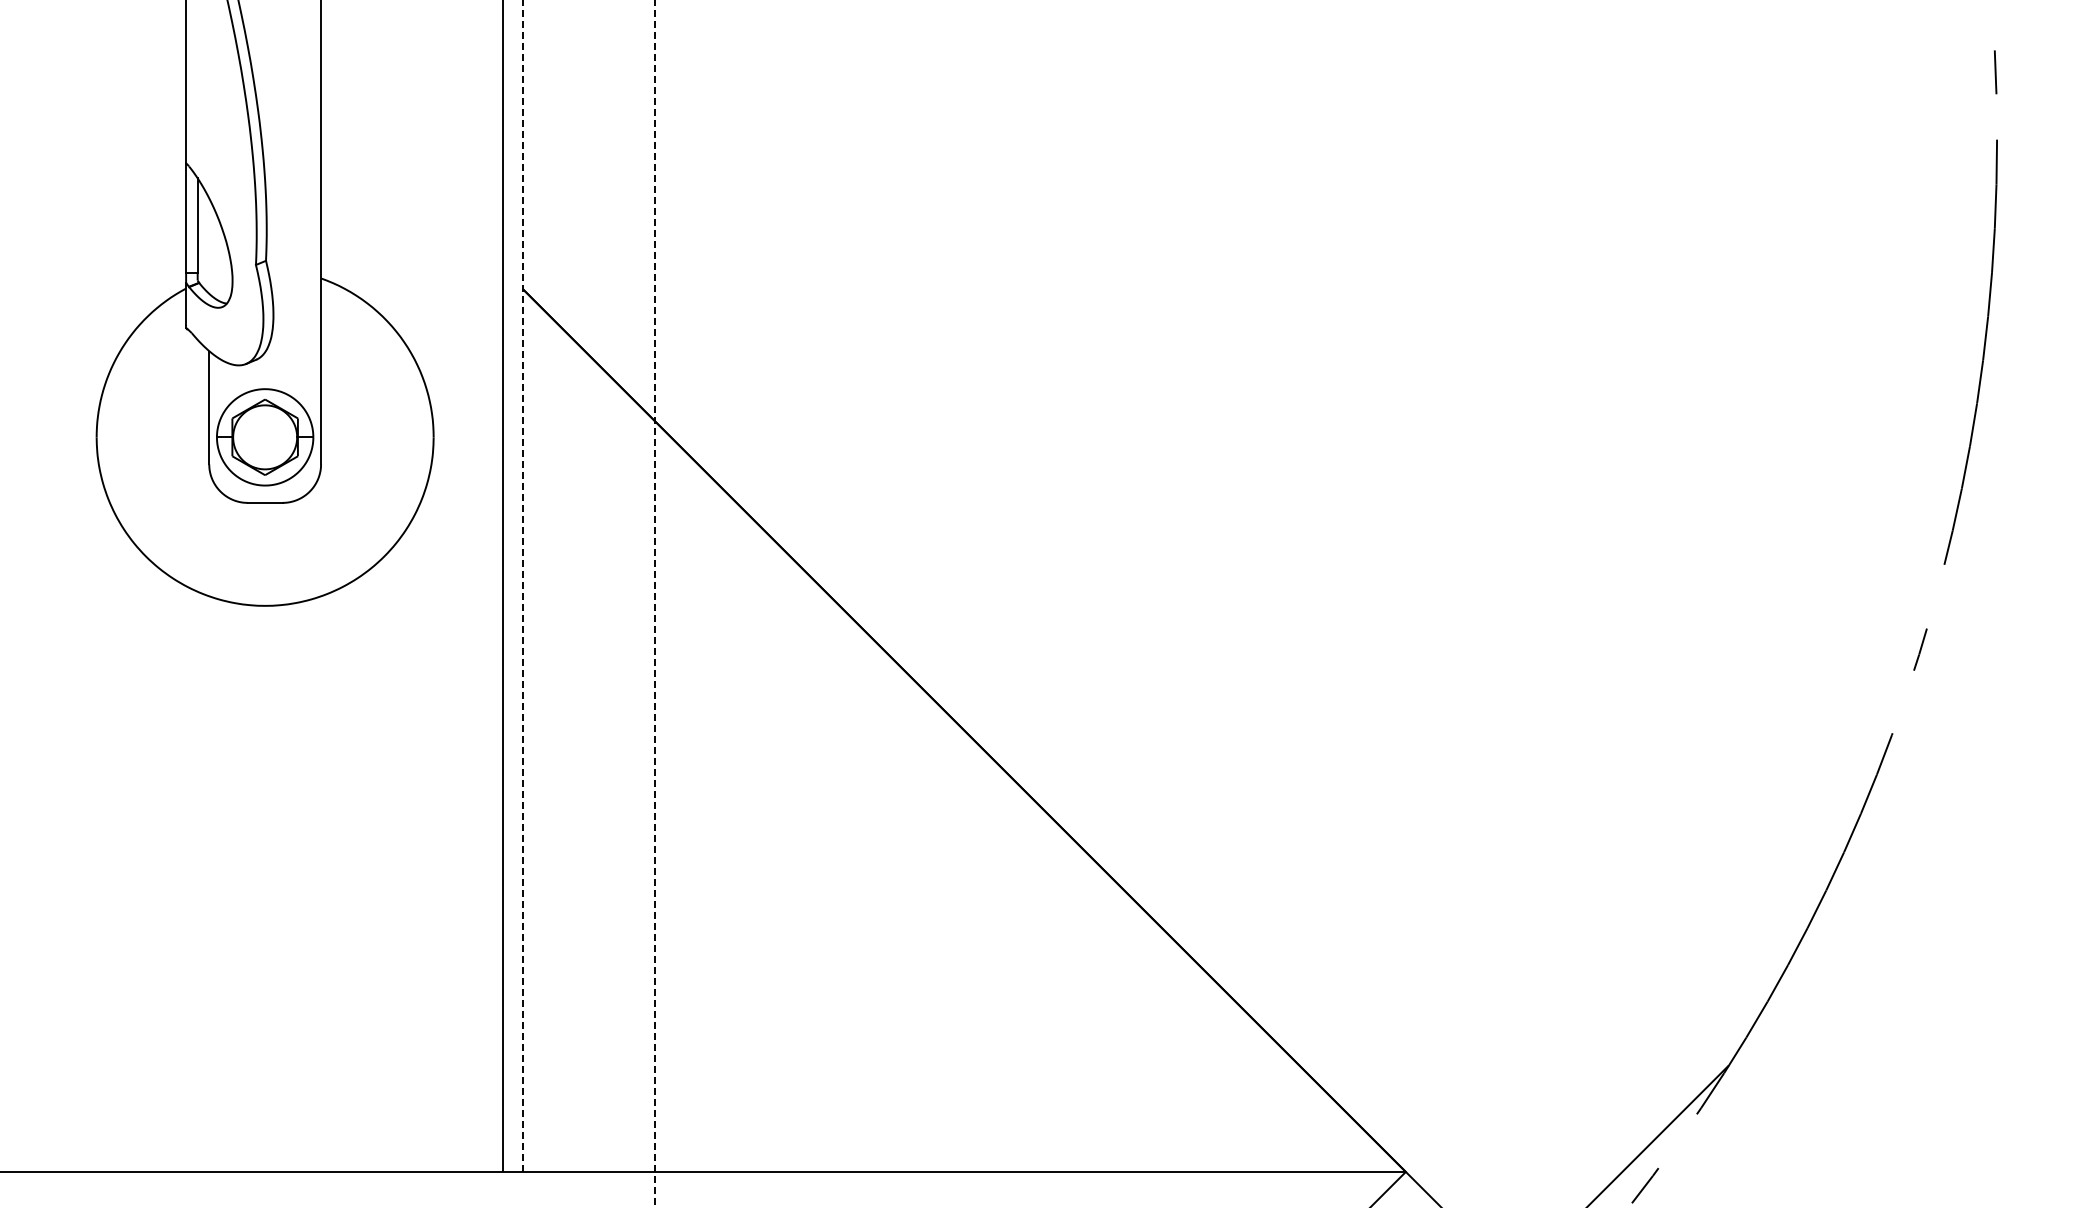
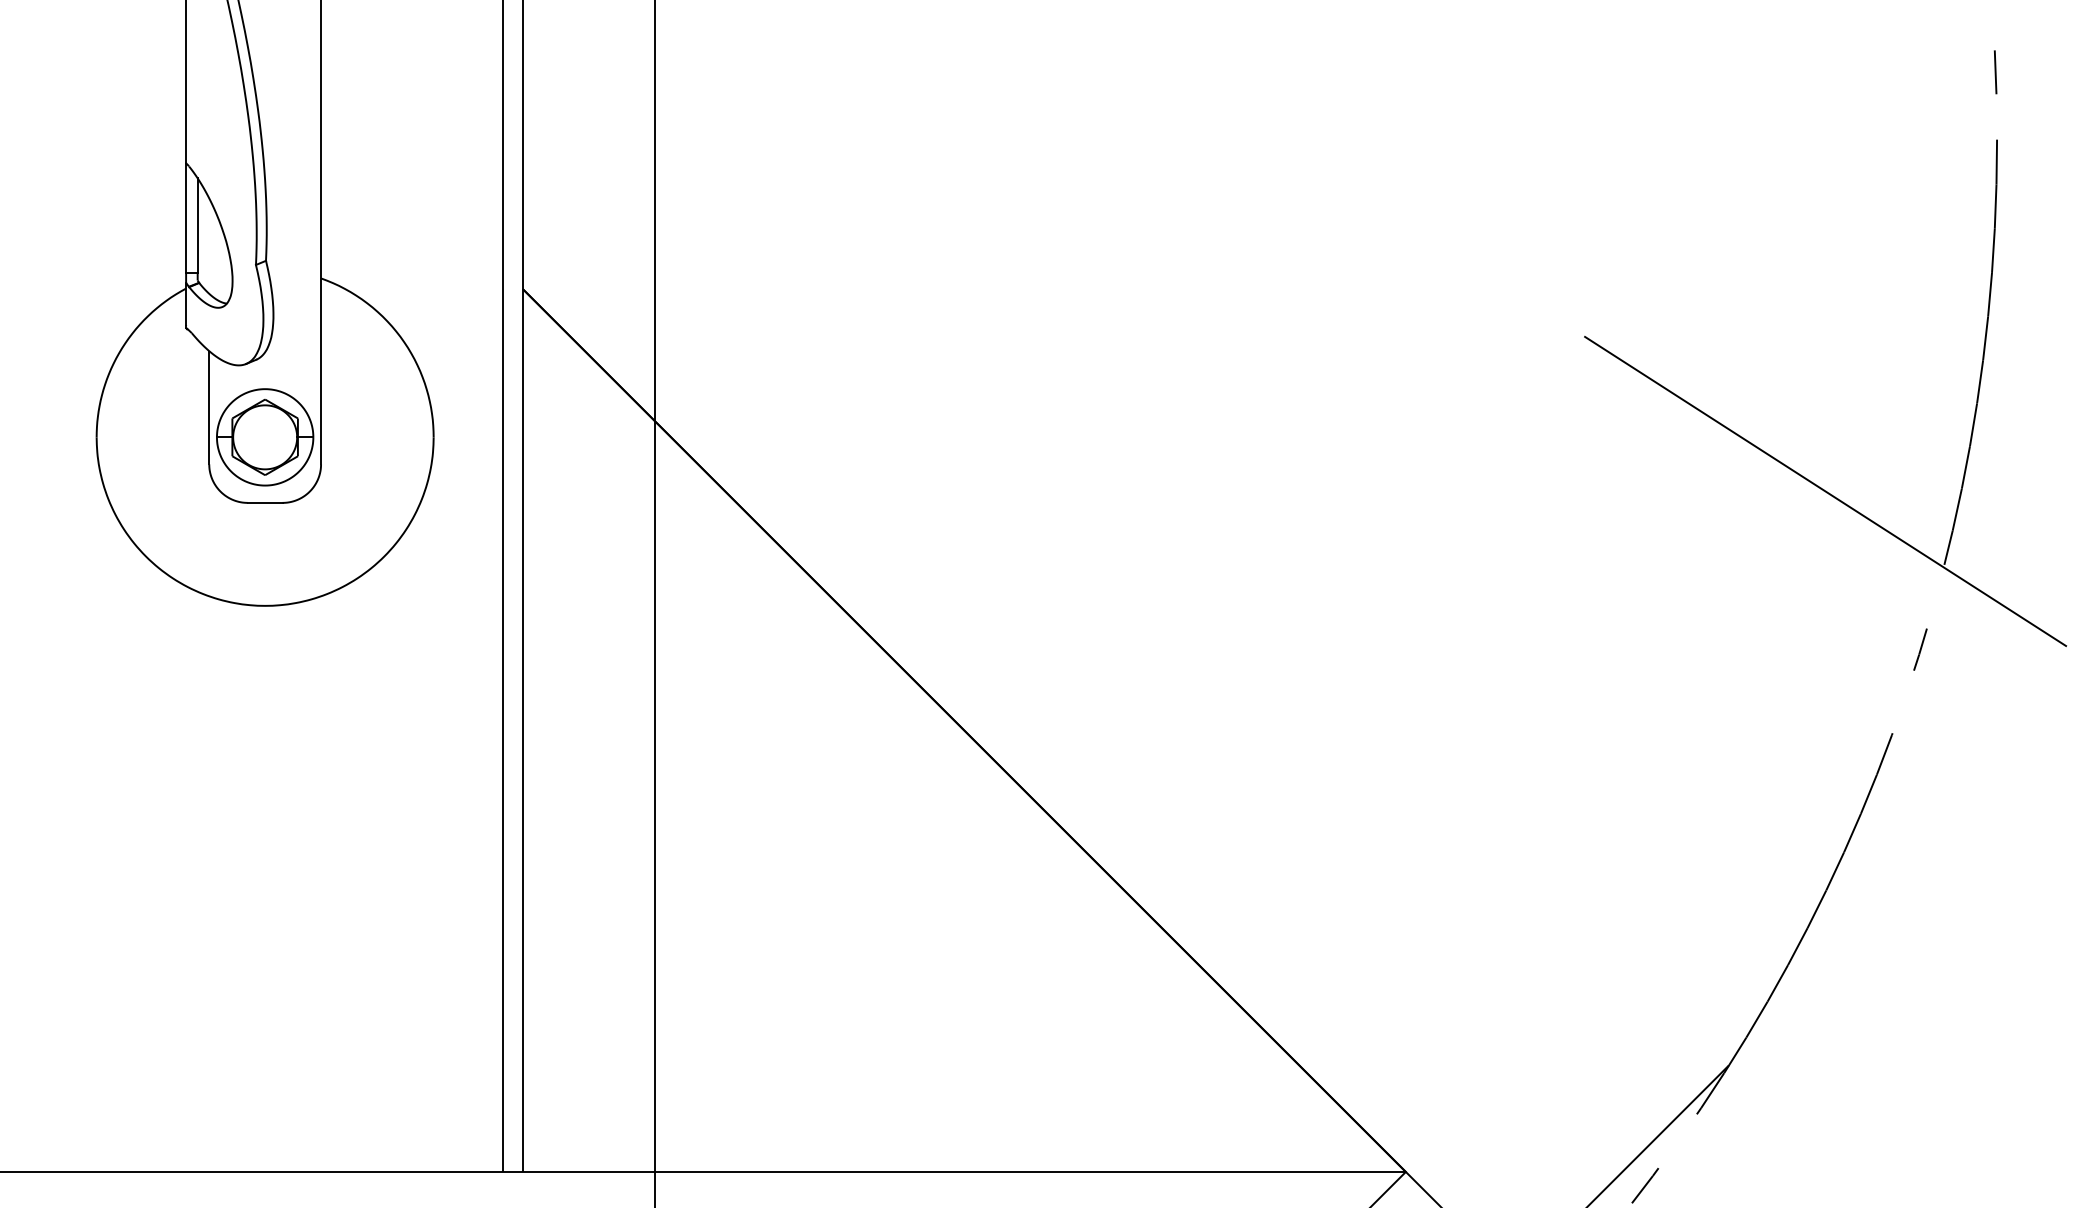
line at (1825, 491): none -> present
line at (522, 586): dashed -> solid
line at (655, 604): dashed -> solid
